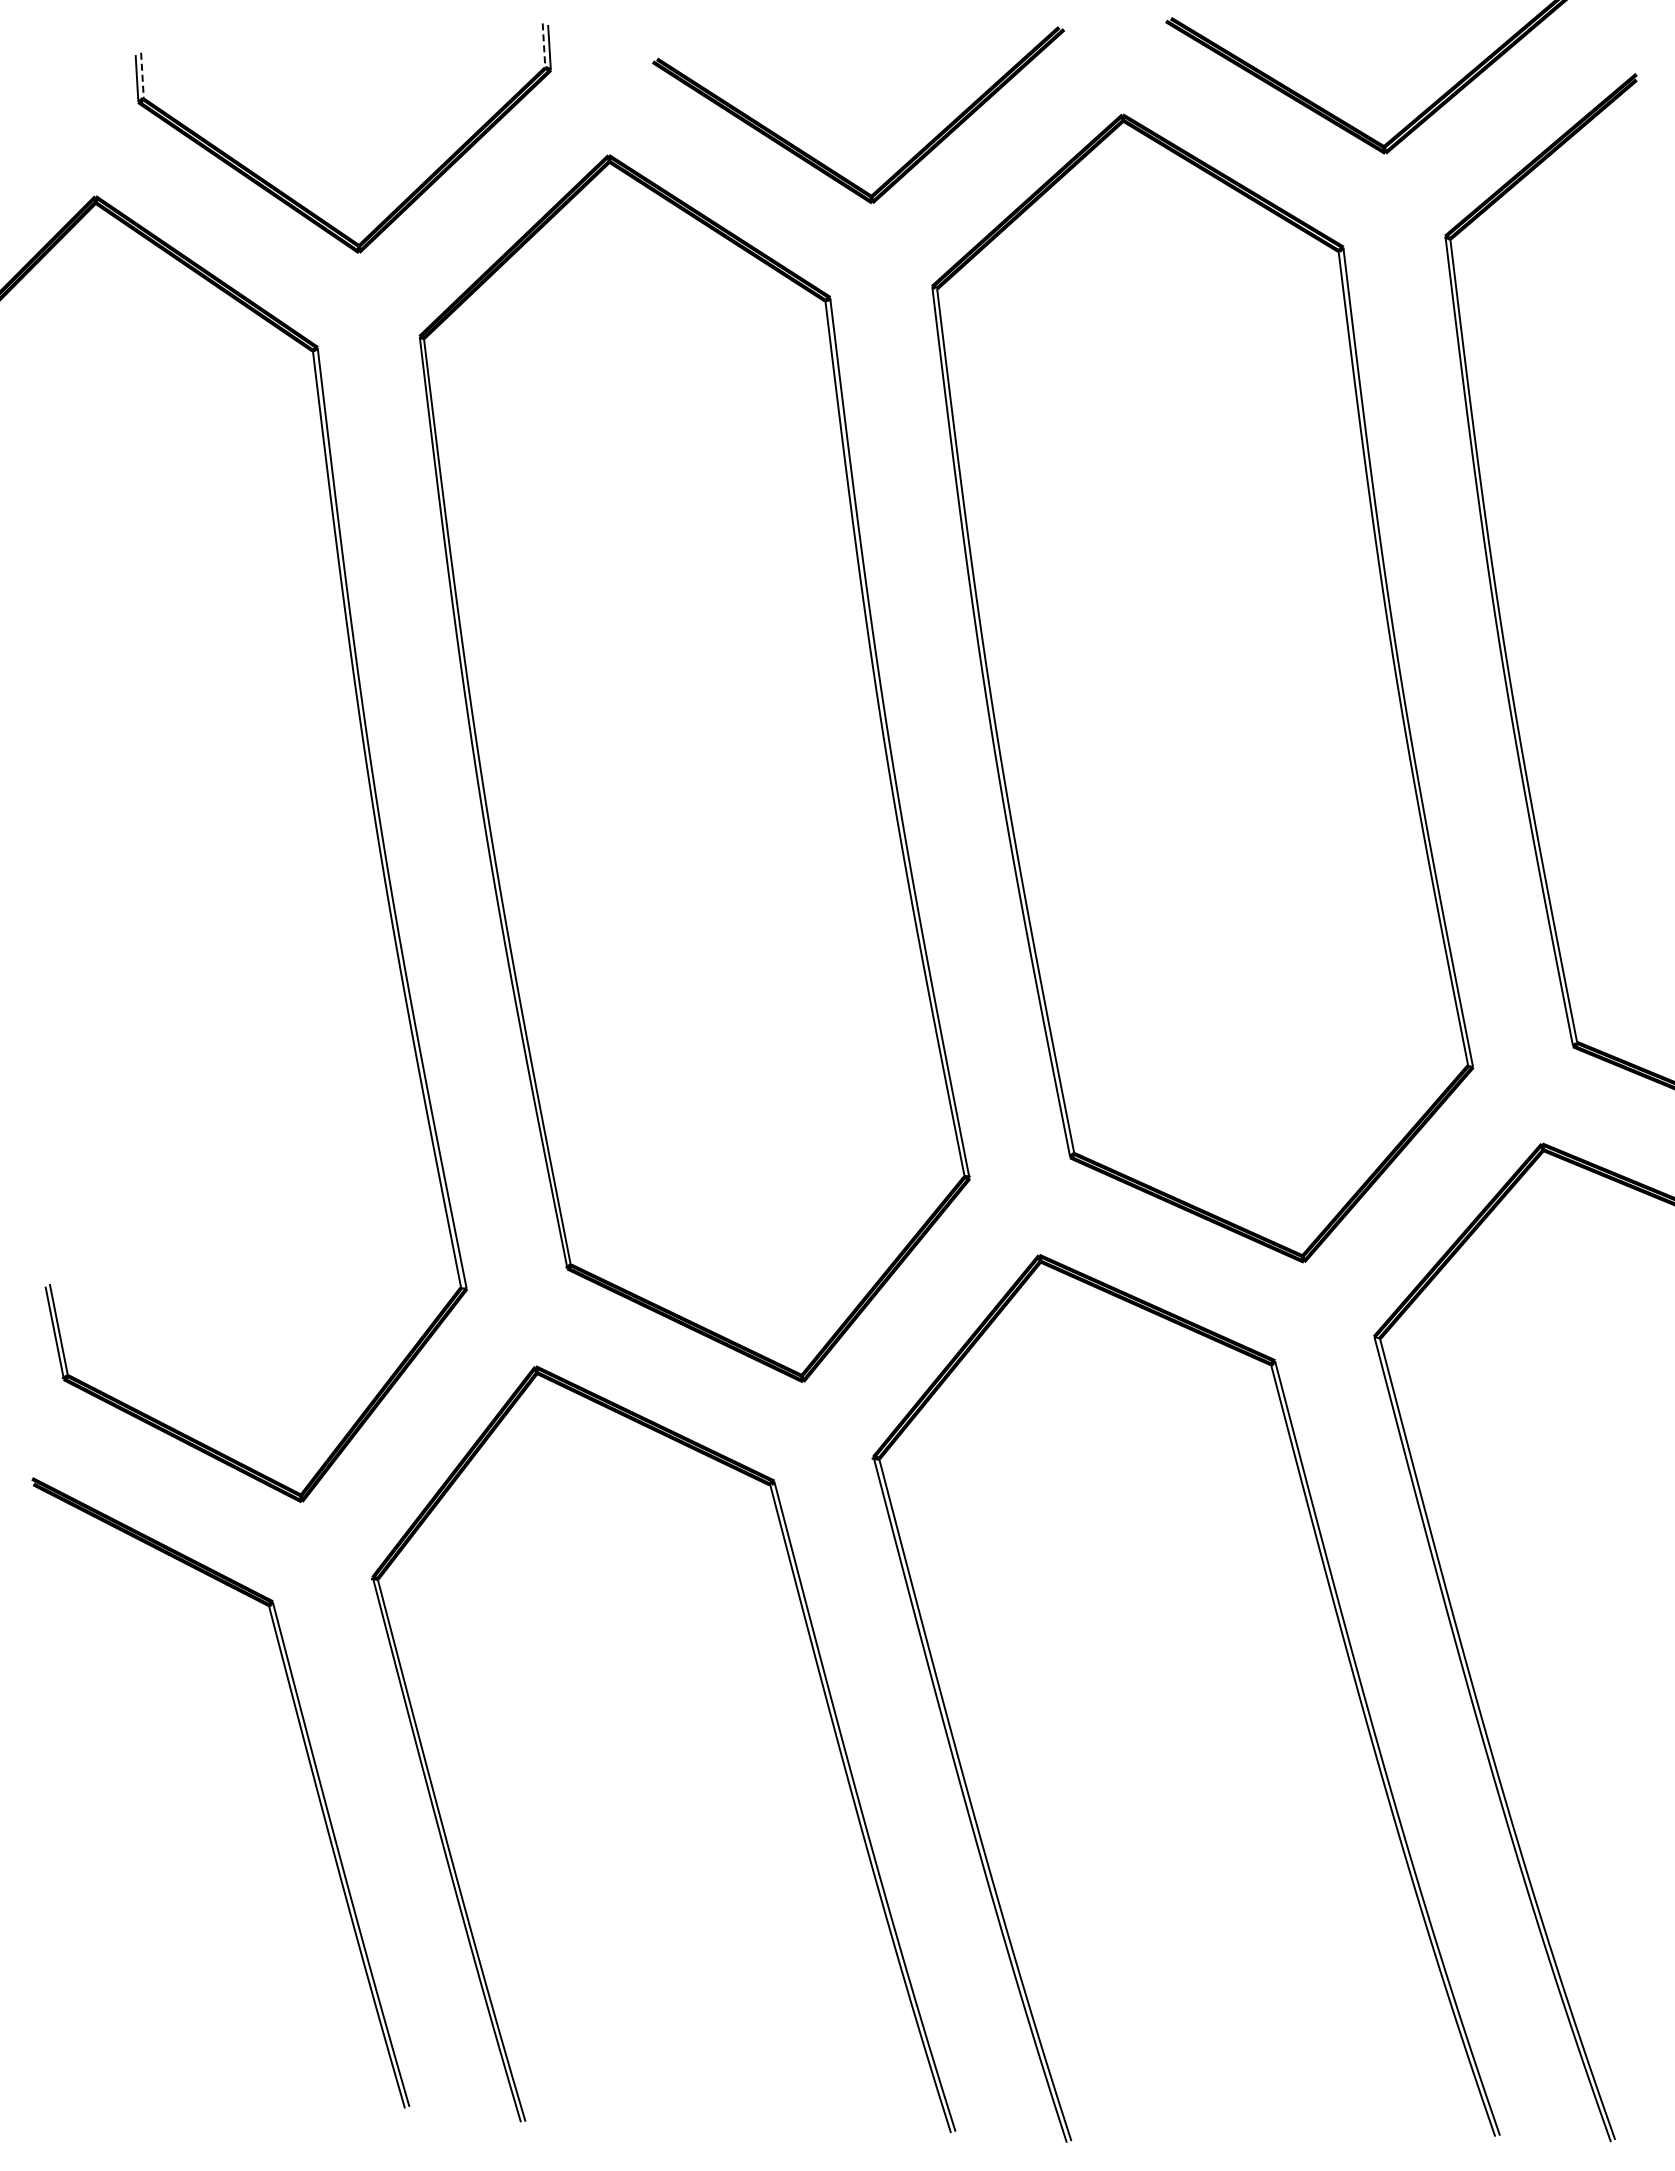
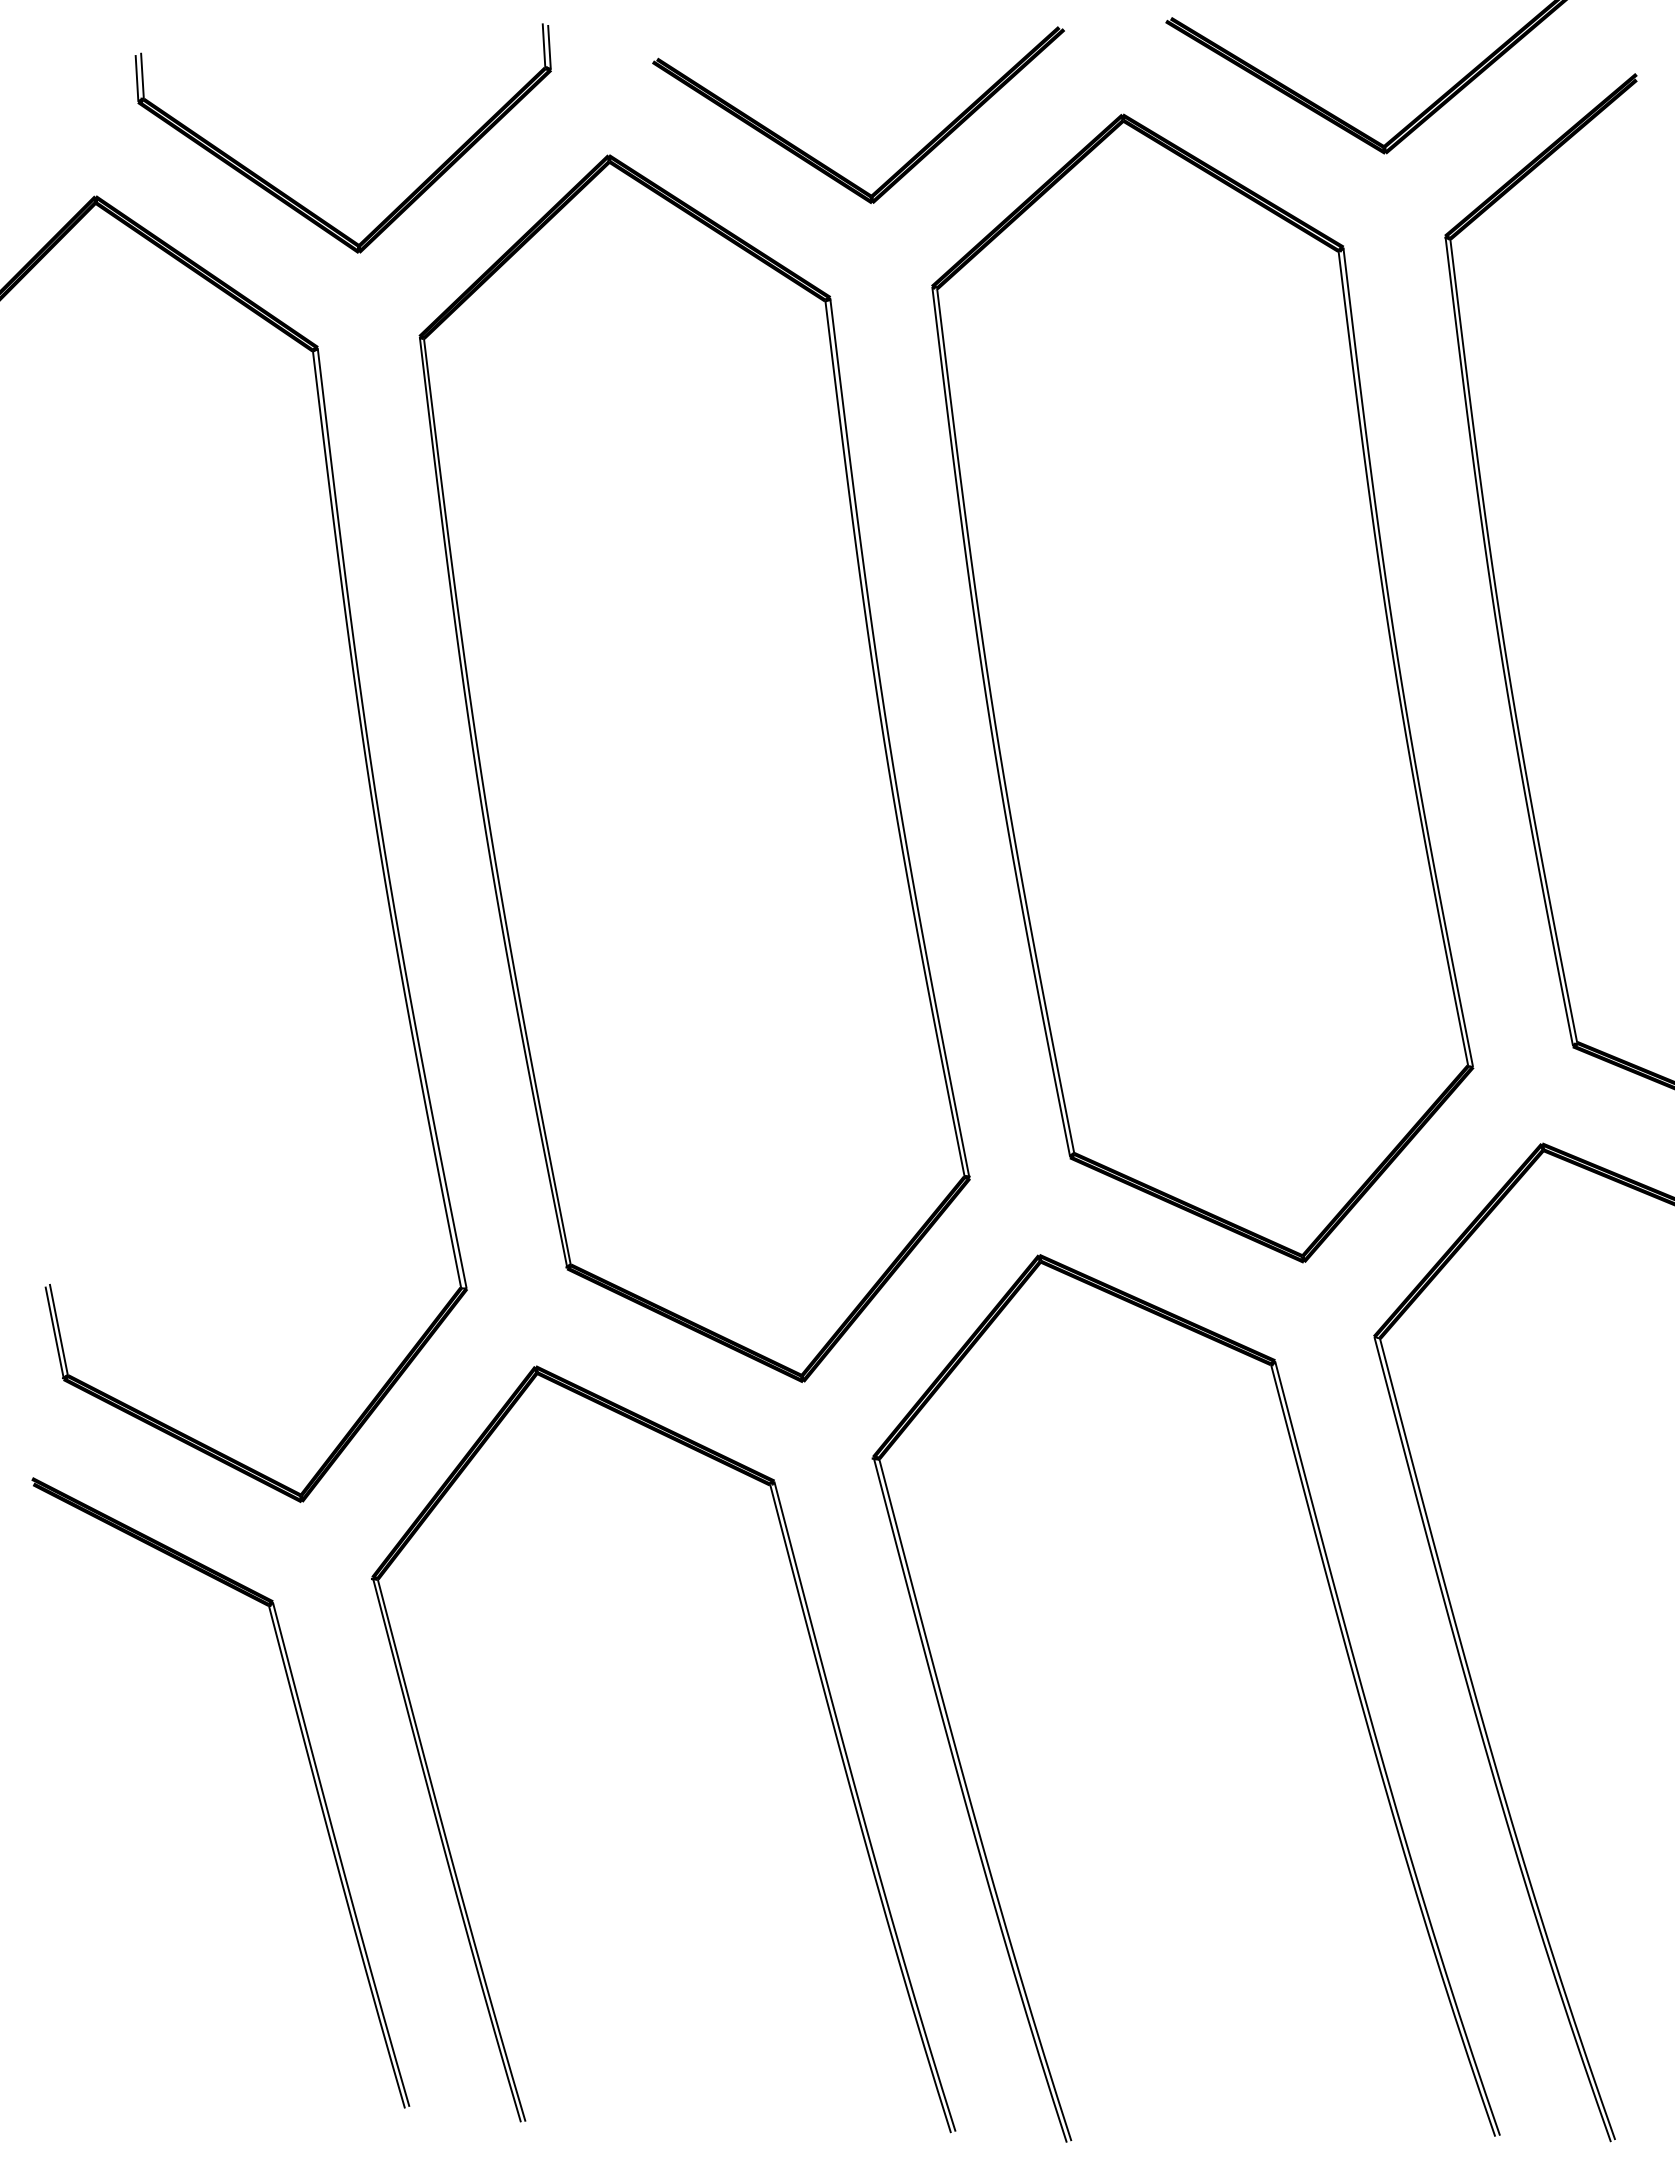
line at (544, 46): dashed -> solid
line at (142, 76): dashed -> solid
